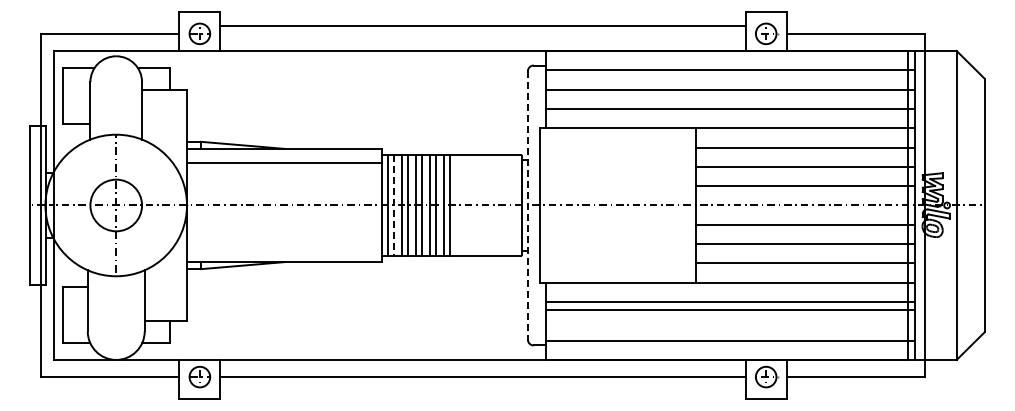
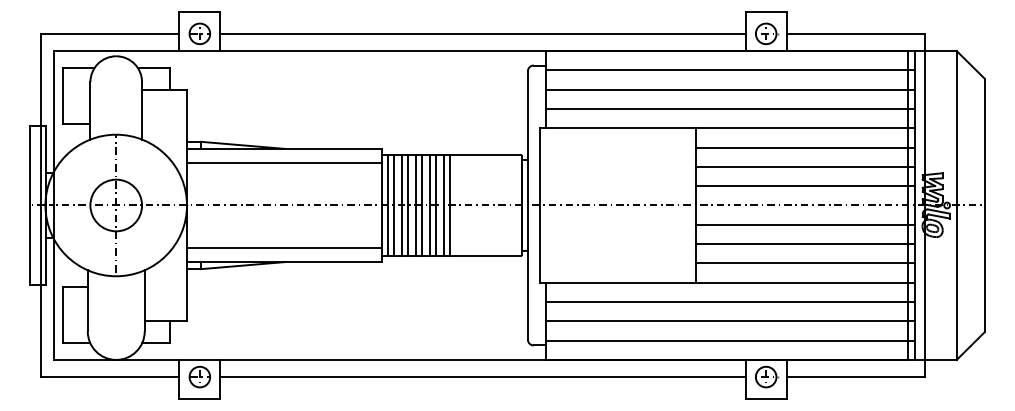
line at (482, 25) position: (482, 25) -> (482, 33)
line at (393, 205): dashed -> solid
line at (527, 205): dashed -> solid
line at (284, 247): none -> present
line at (730, 310) position: (730, 310) -> (730, 321)
